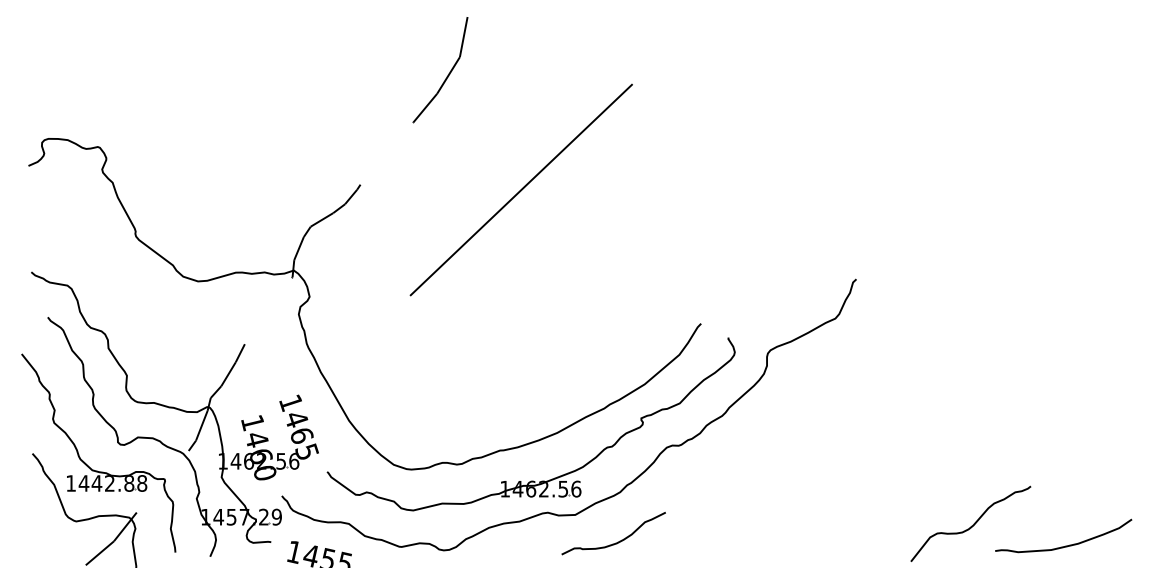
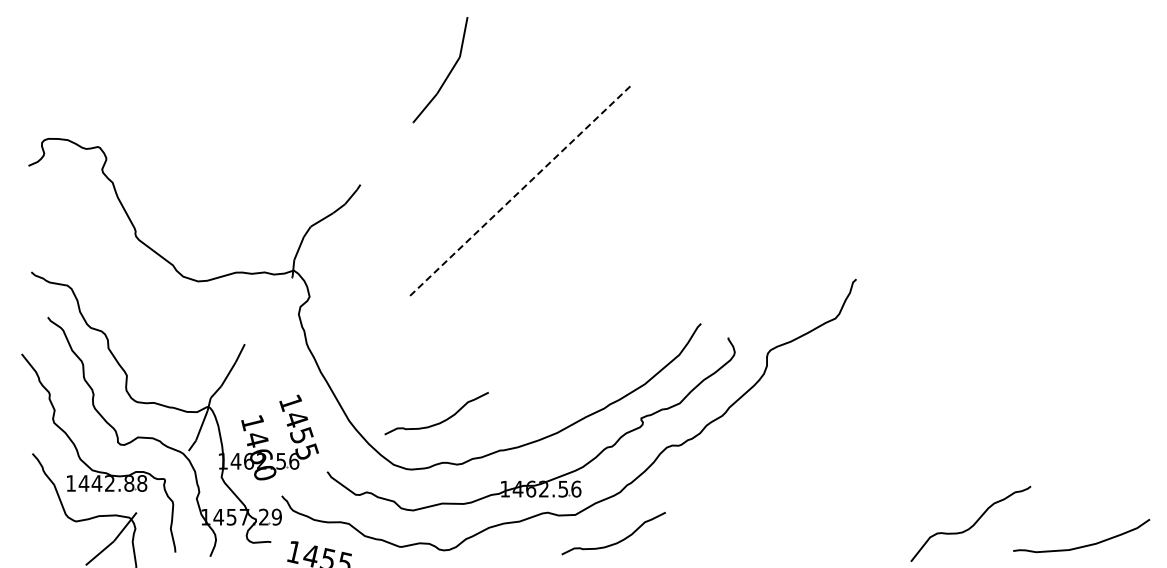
line at (521, 190): solid -> dashed
curve at (442, 420): none -> present
text at (301, 435): 1465 -> 1455
curve at (1065, 545) position: (1065, 545) -> (1083, 545)
